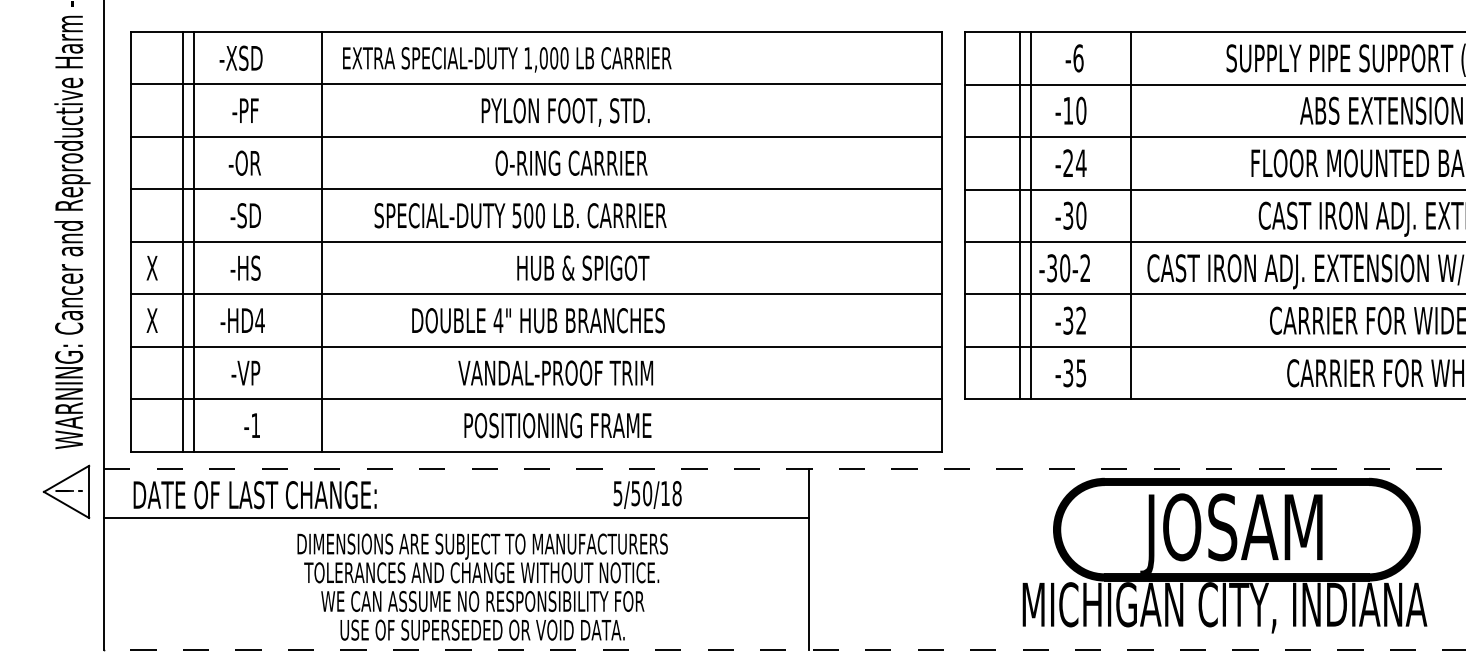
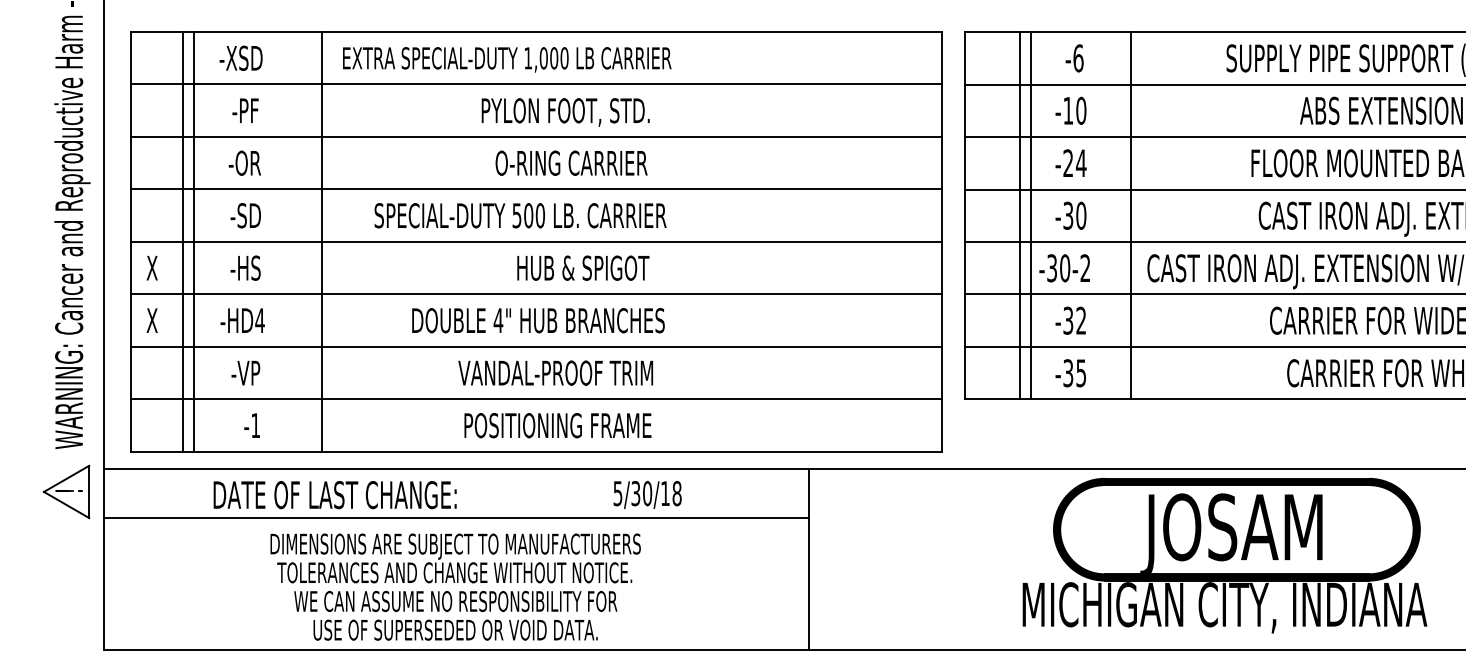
line at (784, 469): dashed -> solid
text at (636, 493): 5/50/18 -> 5/30/18
text at (254, 495) position: (254, 495) -> (334, 495)
text at (482, 586) position: (482, 586) -> (455, 586)
line at (784, 649): dashed -> solid
